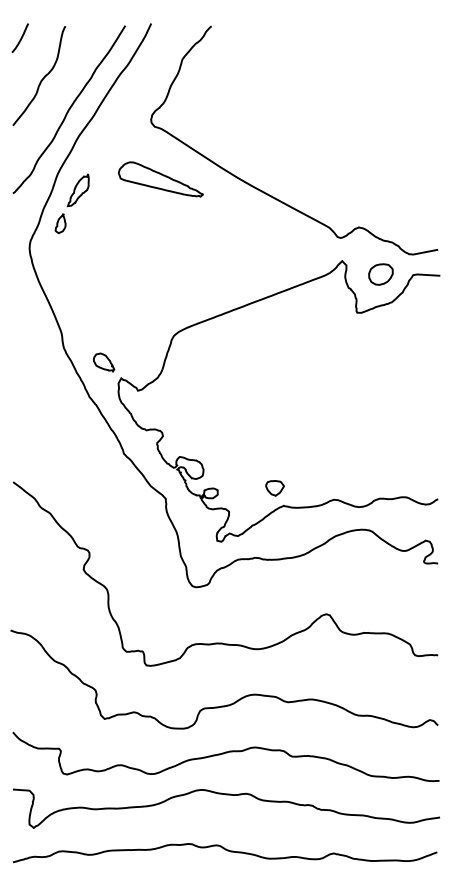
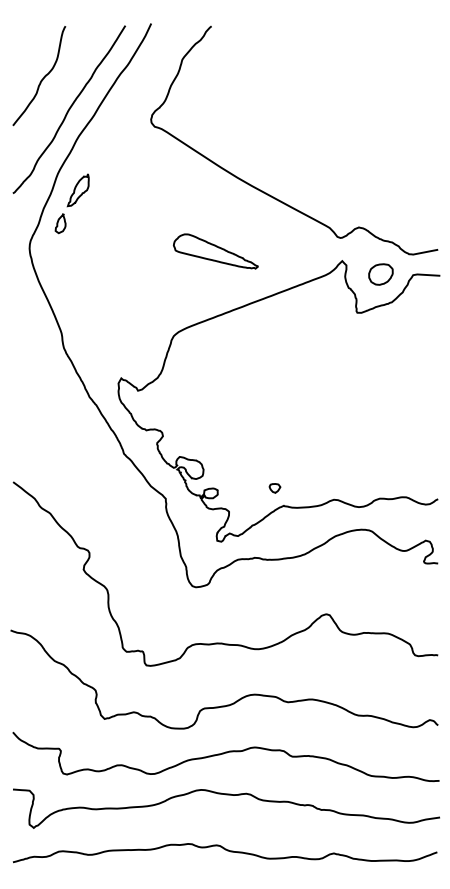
curve at (20, 38): present -> none
part at (160, 179) position: (160, 179) -> (215, 251)
part at (104, 362): present -> none
part at (274, 488) size: 20x17 px -> 14x11 px
